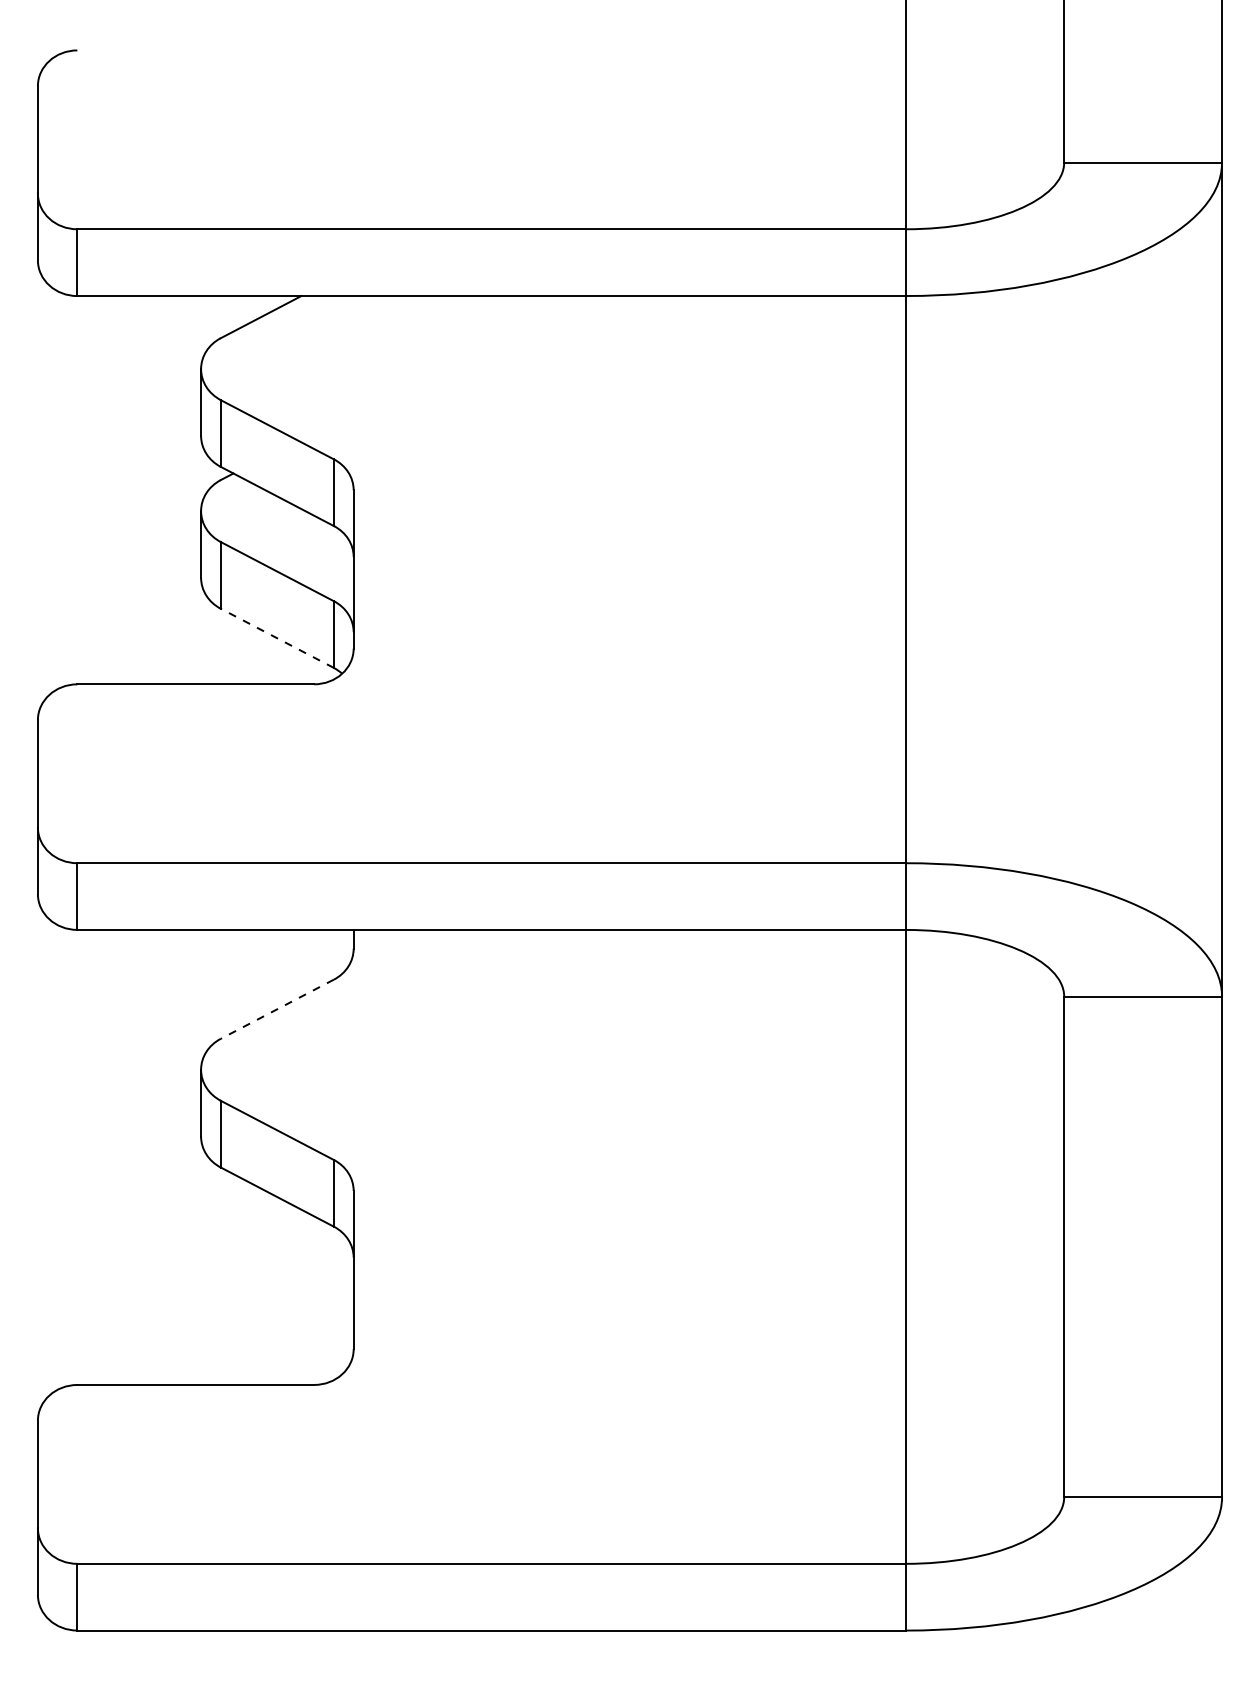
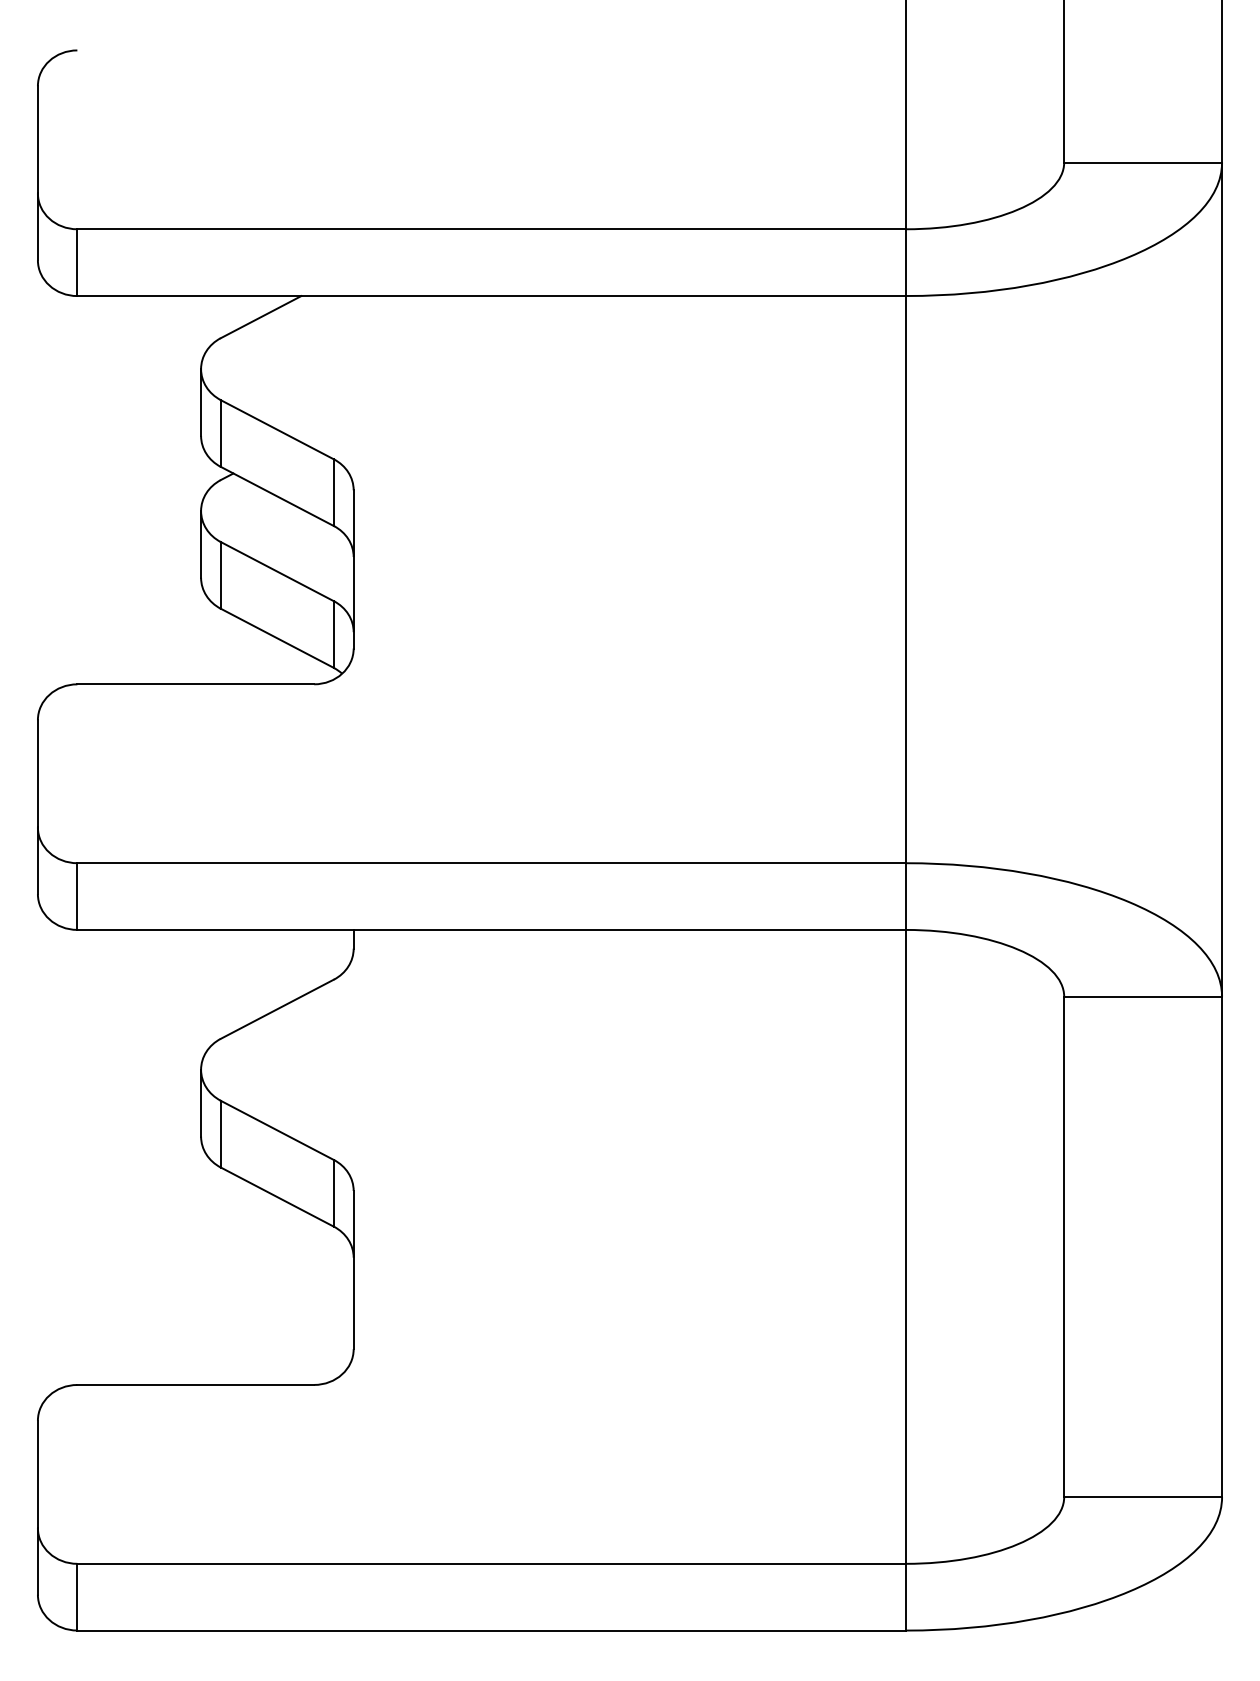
line at (277, 638): dashed -> solid
line at (277, 1009): dashed -> solid
